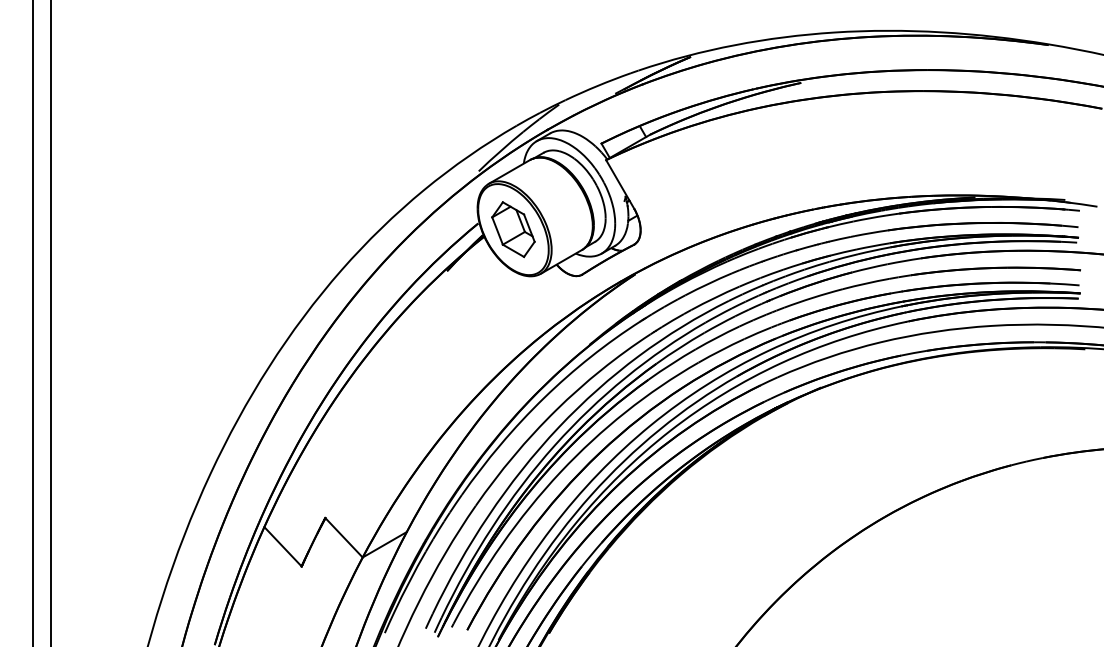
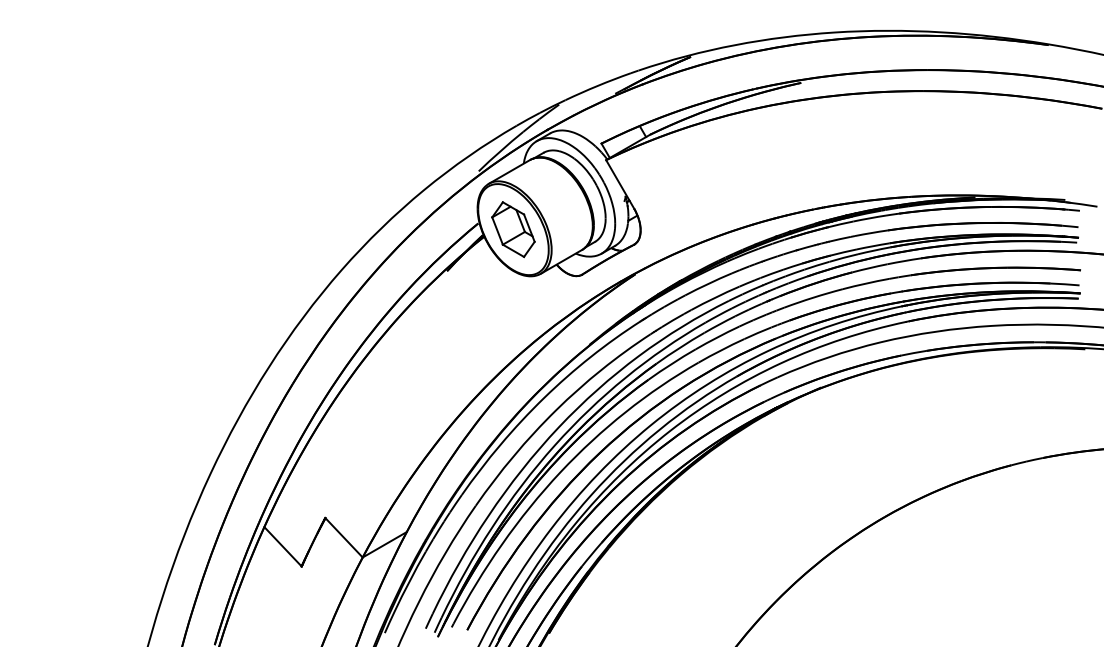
line at (33, 322): present -> none
line at (51, 322): present -> none
